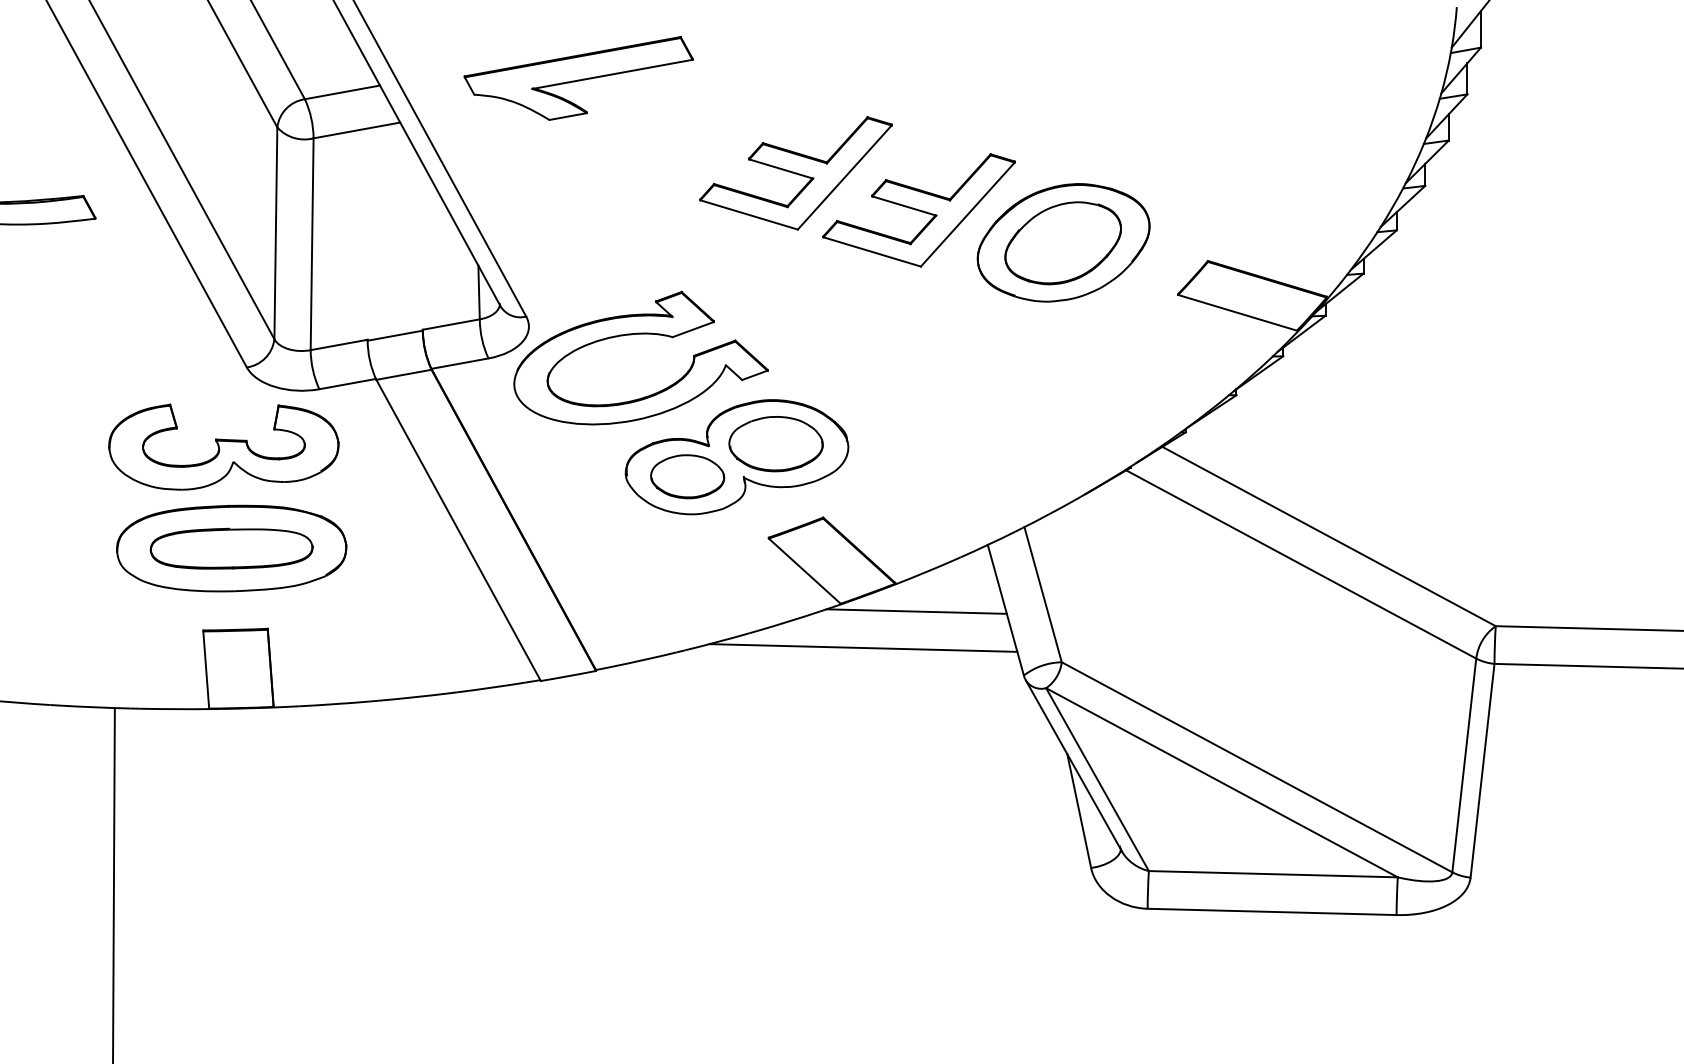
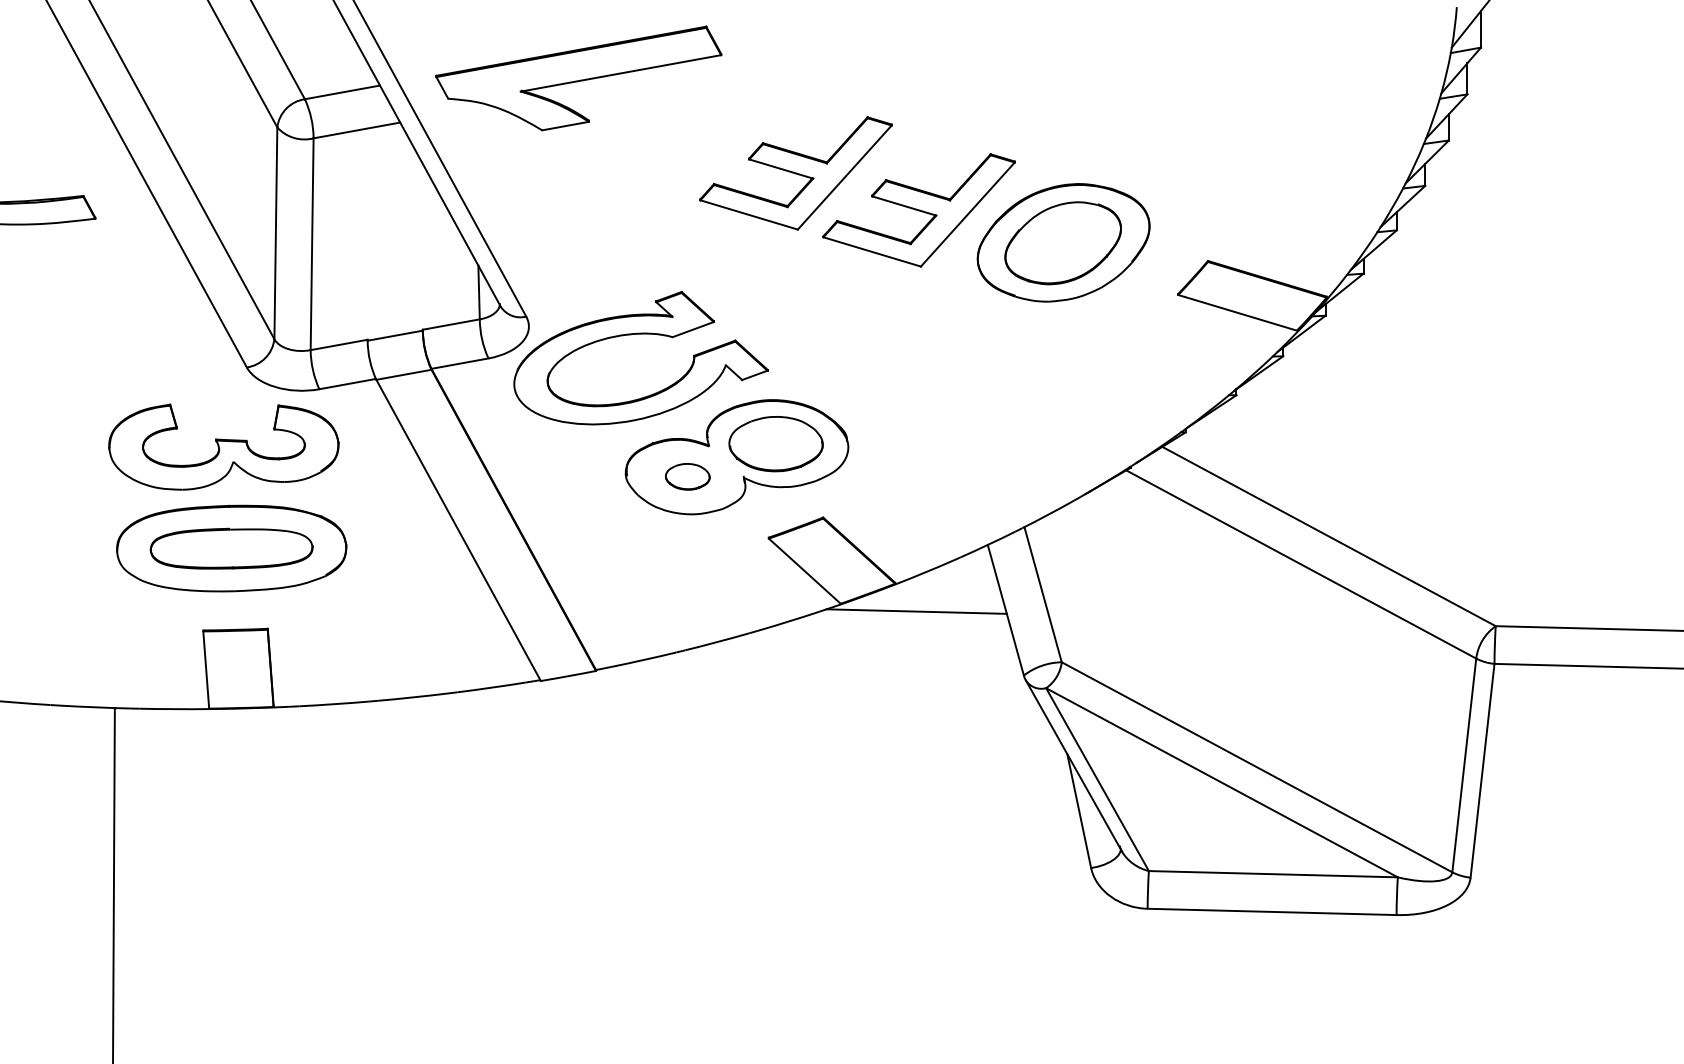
part at (578, 78) size: 231x85 px -> 288x107 px
part at (687, 476) size: 76x46 px -> 46x28 px
line at (863, 647): present -> none
